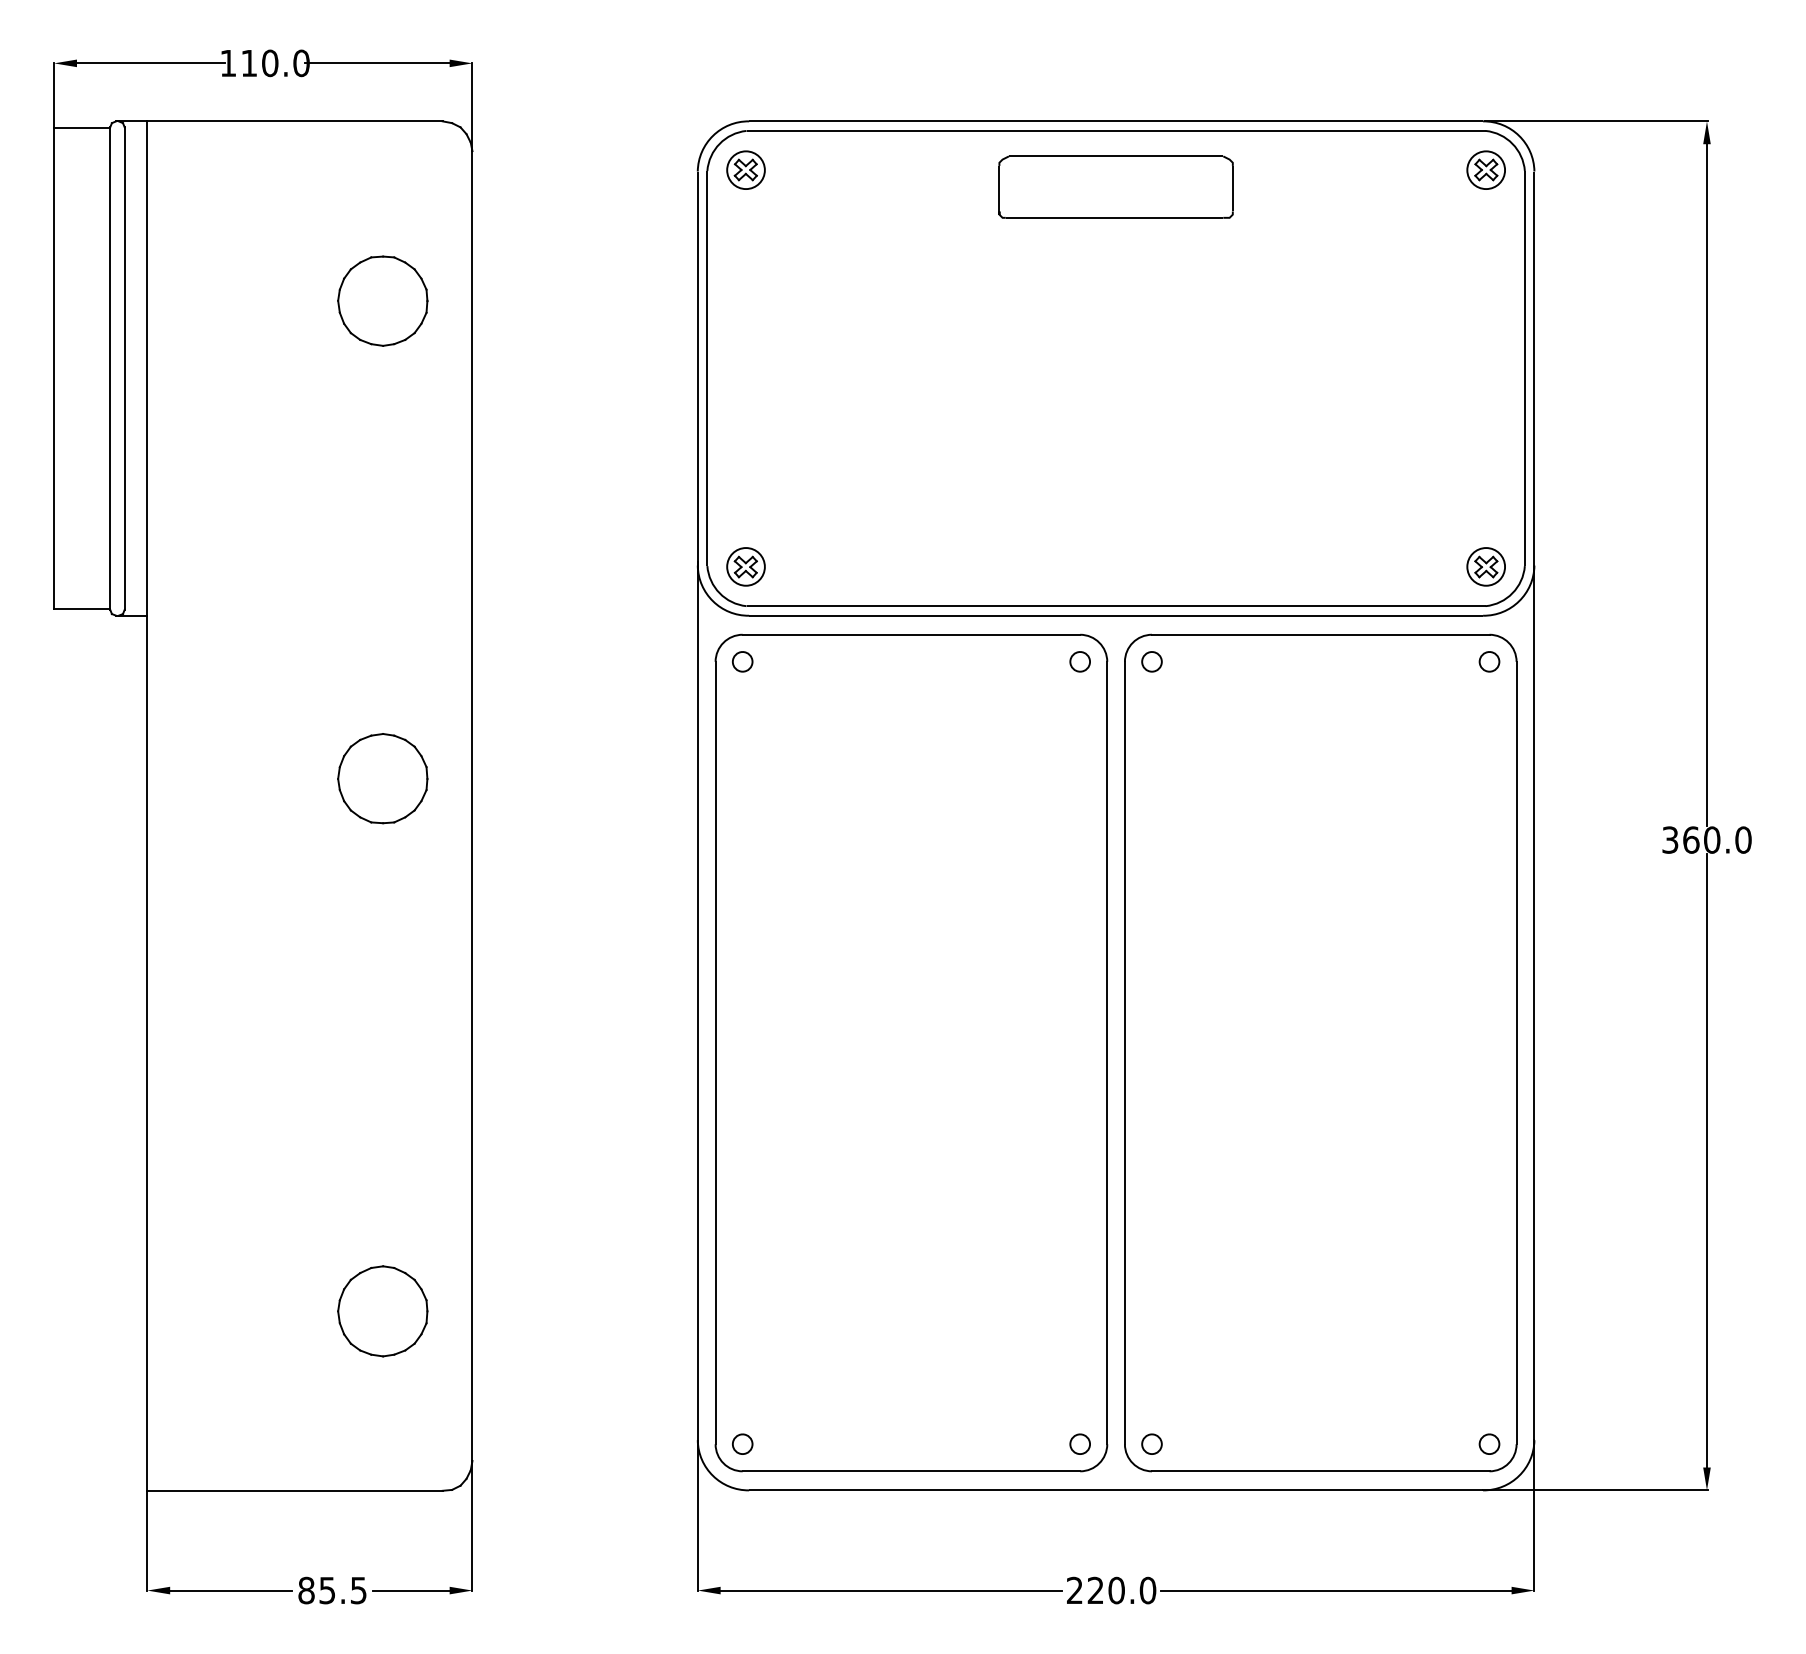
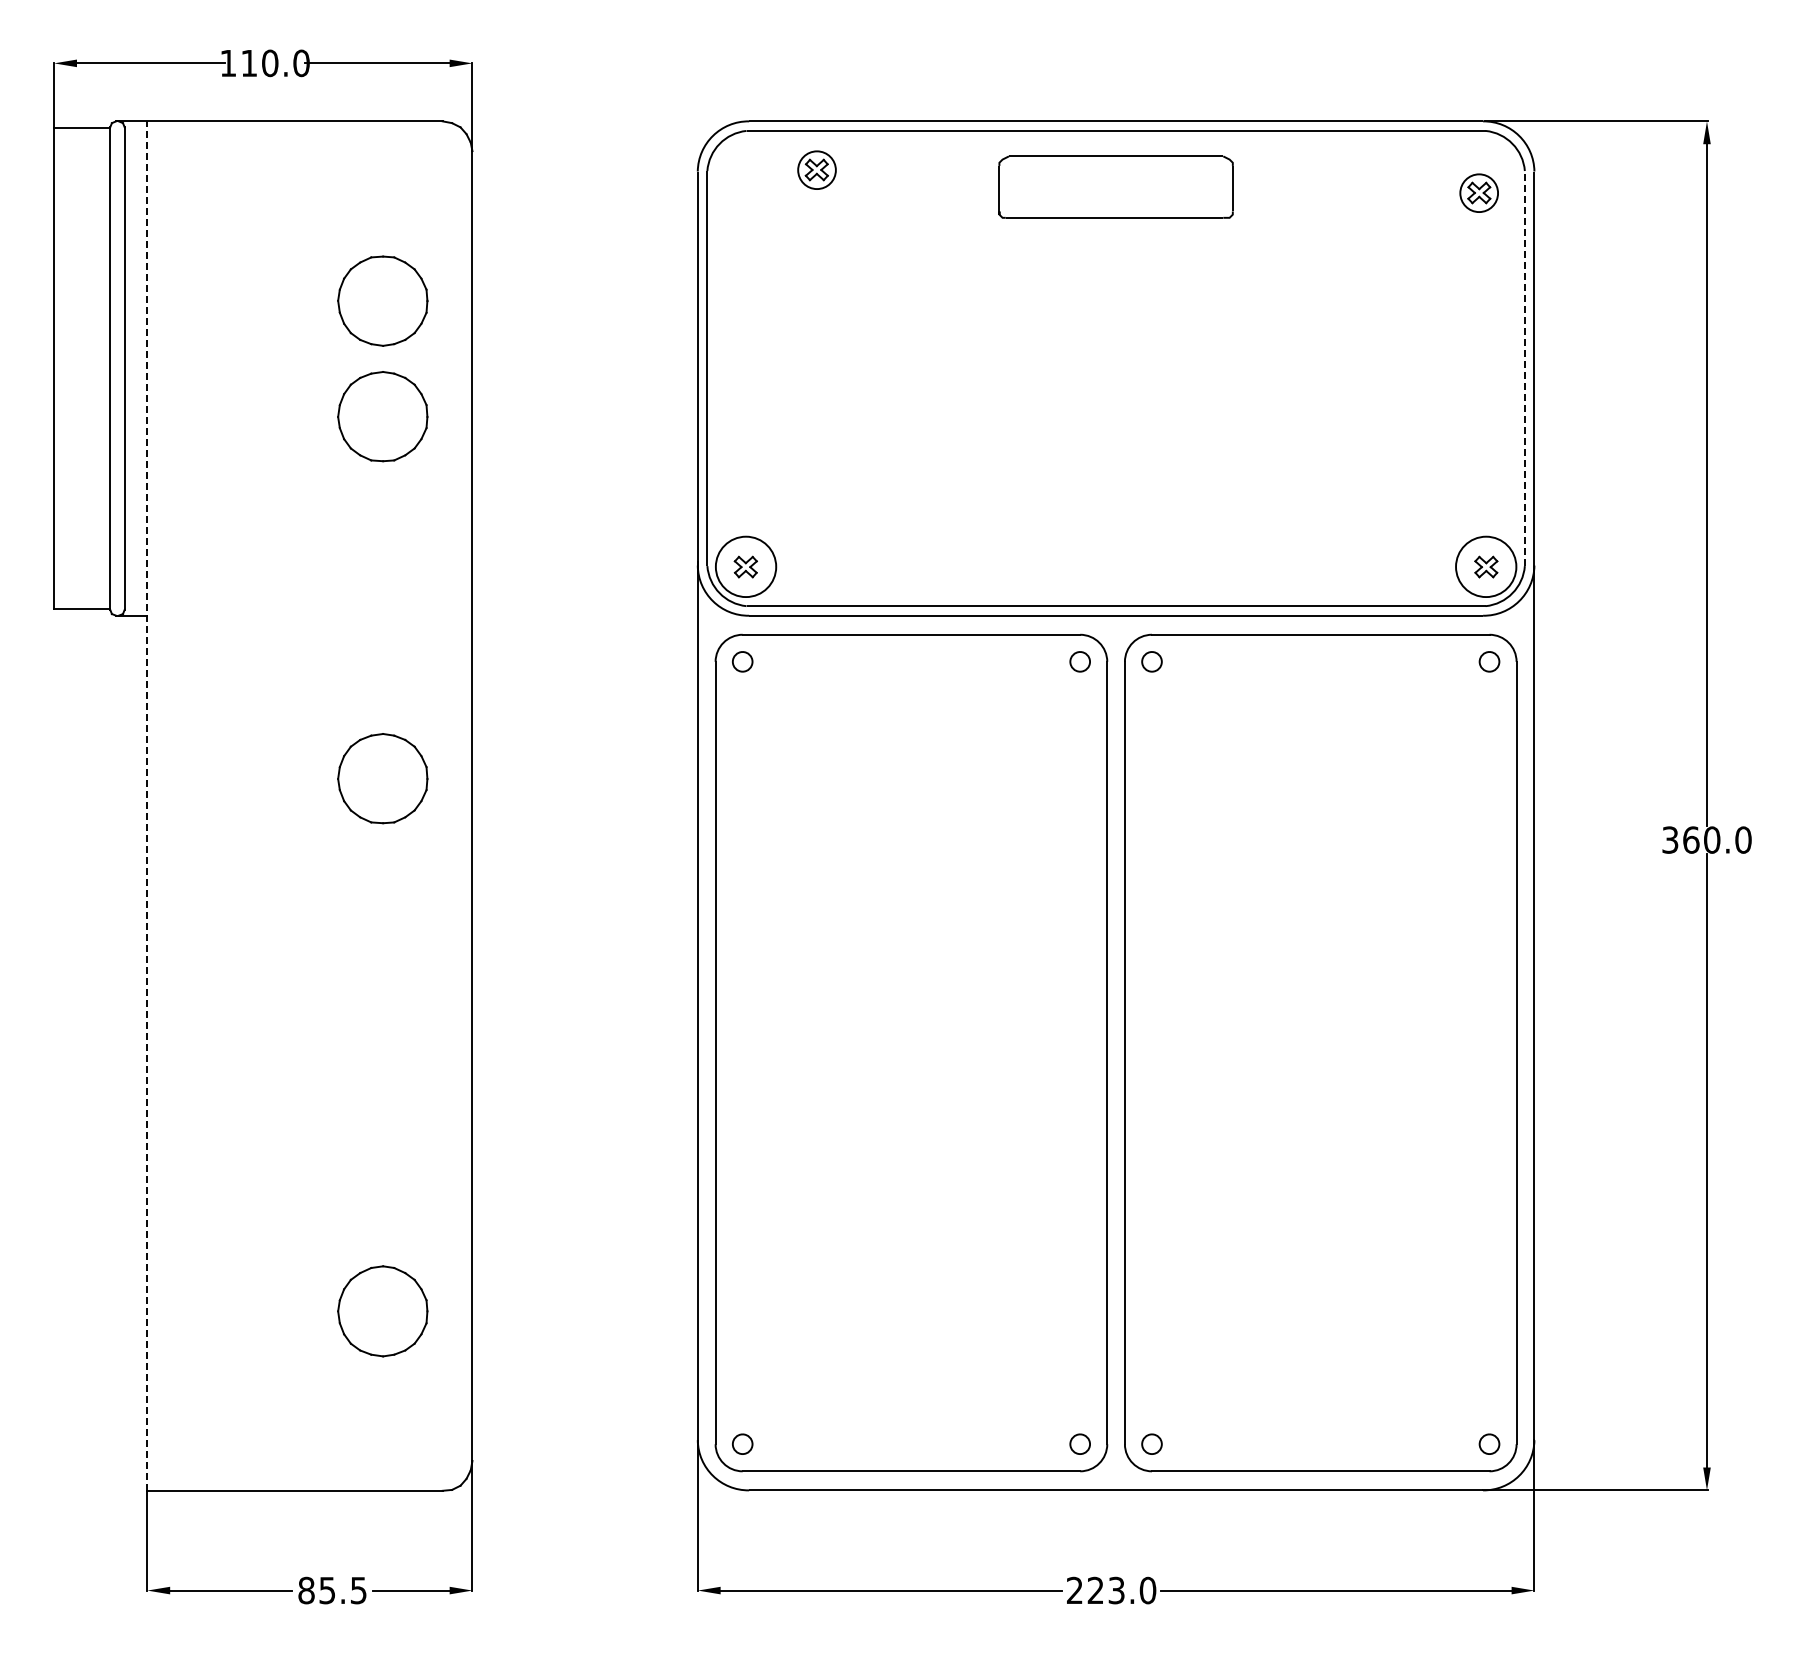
part at (745, 169) position: (745, 169) -> (816, 169)
part at (1485, 169) position: (1485, 169) -> (1478, 192)
line at (1524, 368): solid -> dashed
part at (382, 416): none -> present
circle at (745, 566) diameter: 38 px -> 60 px
circle at (1486, 566) diameter: 38 px -> 60 px
line at (147, 806): solid -> dashed
text at (1116, 1590): 220.0 -> 223.0
